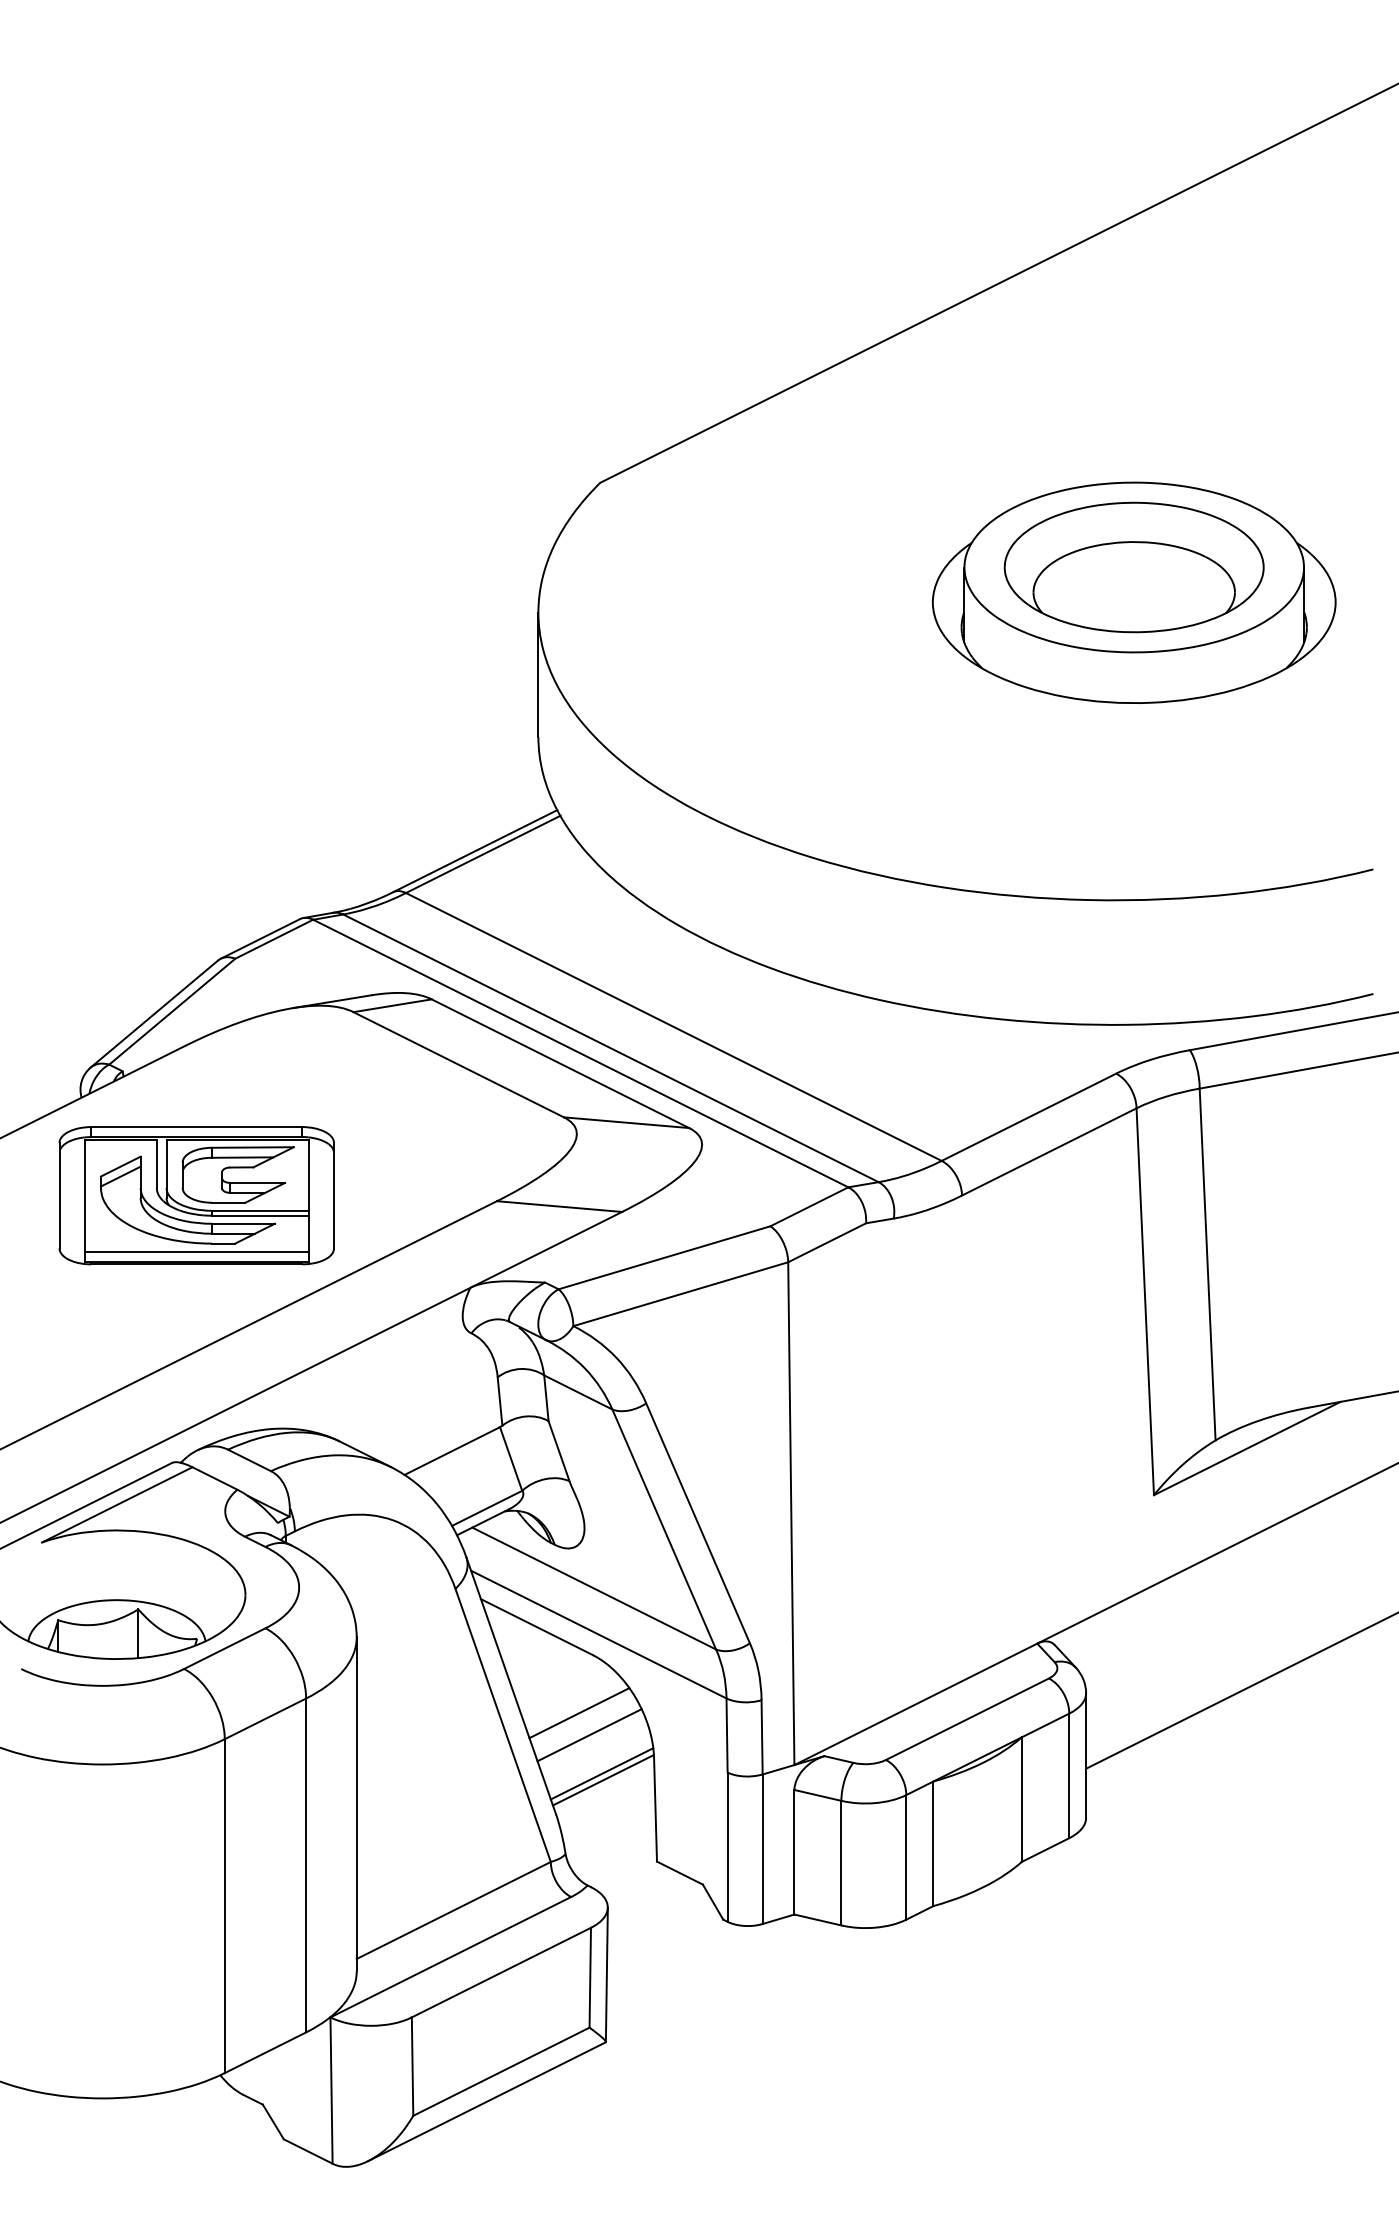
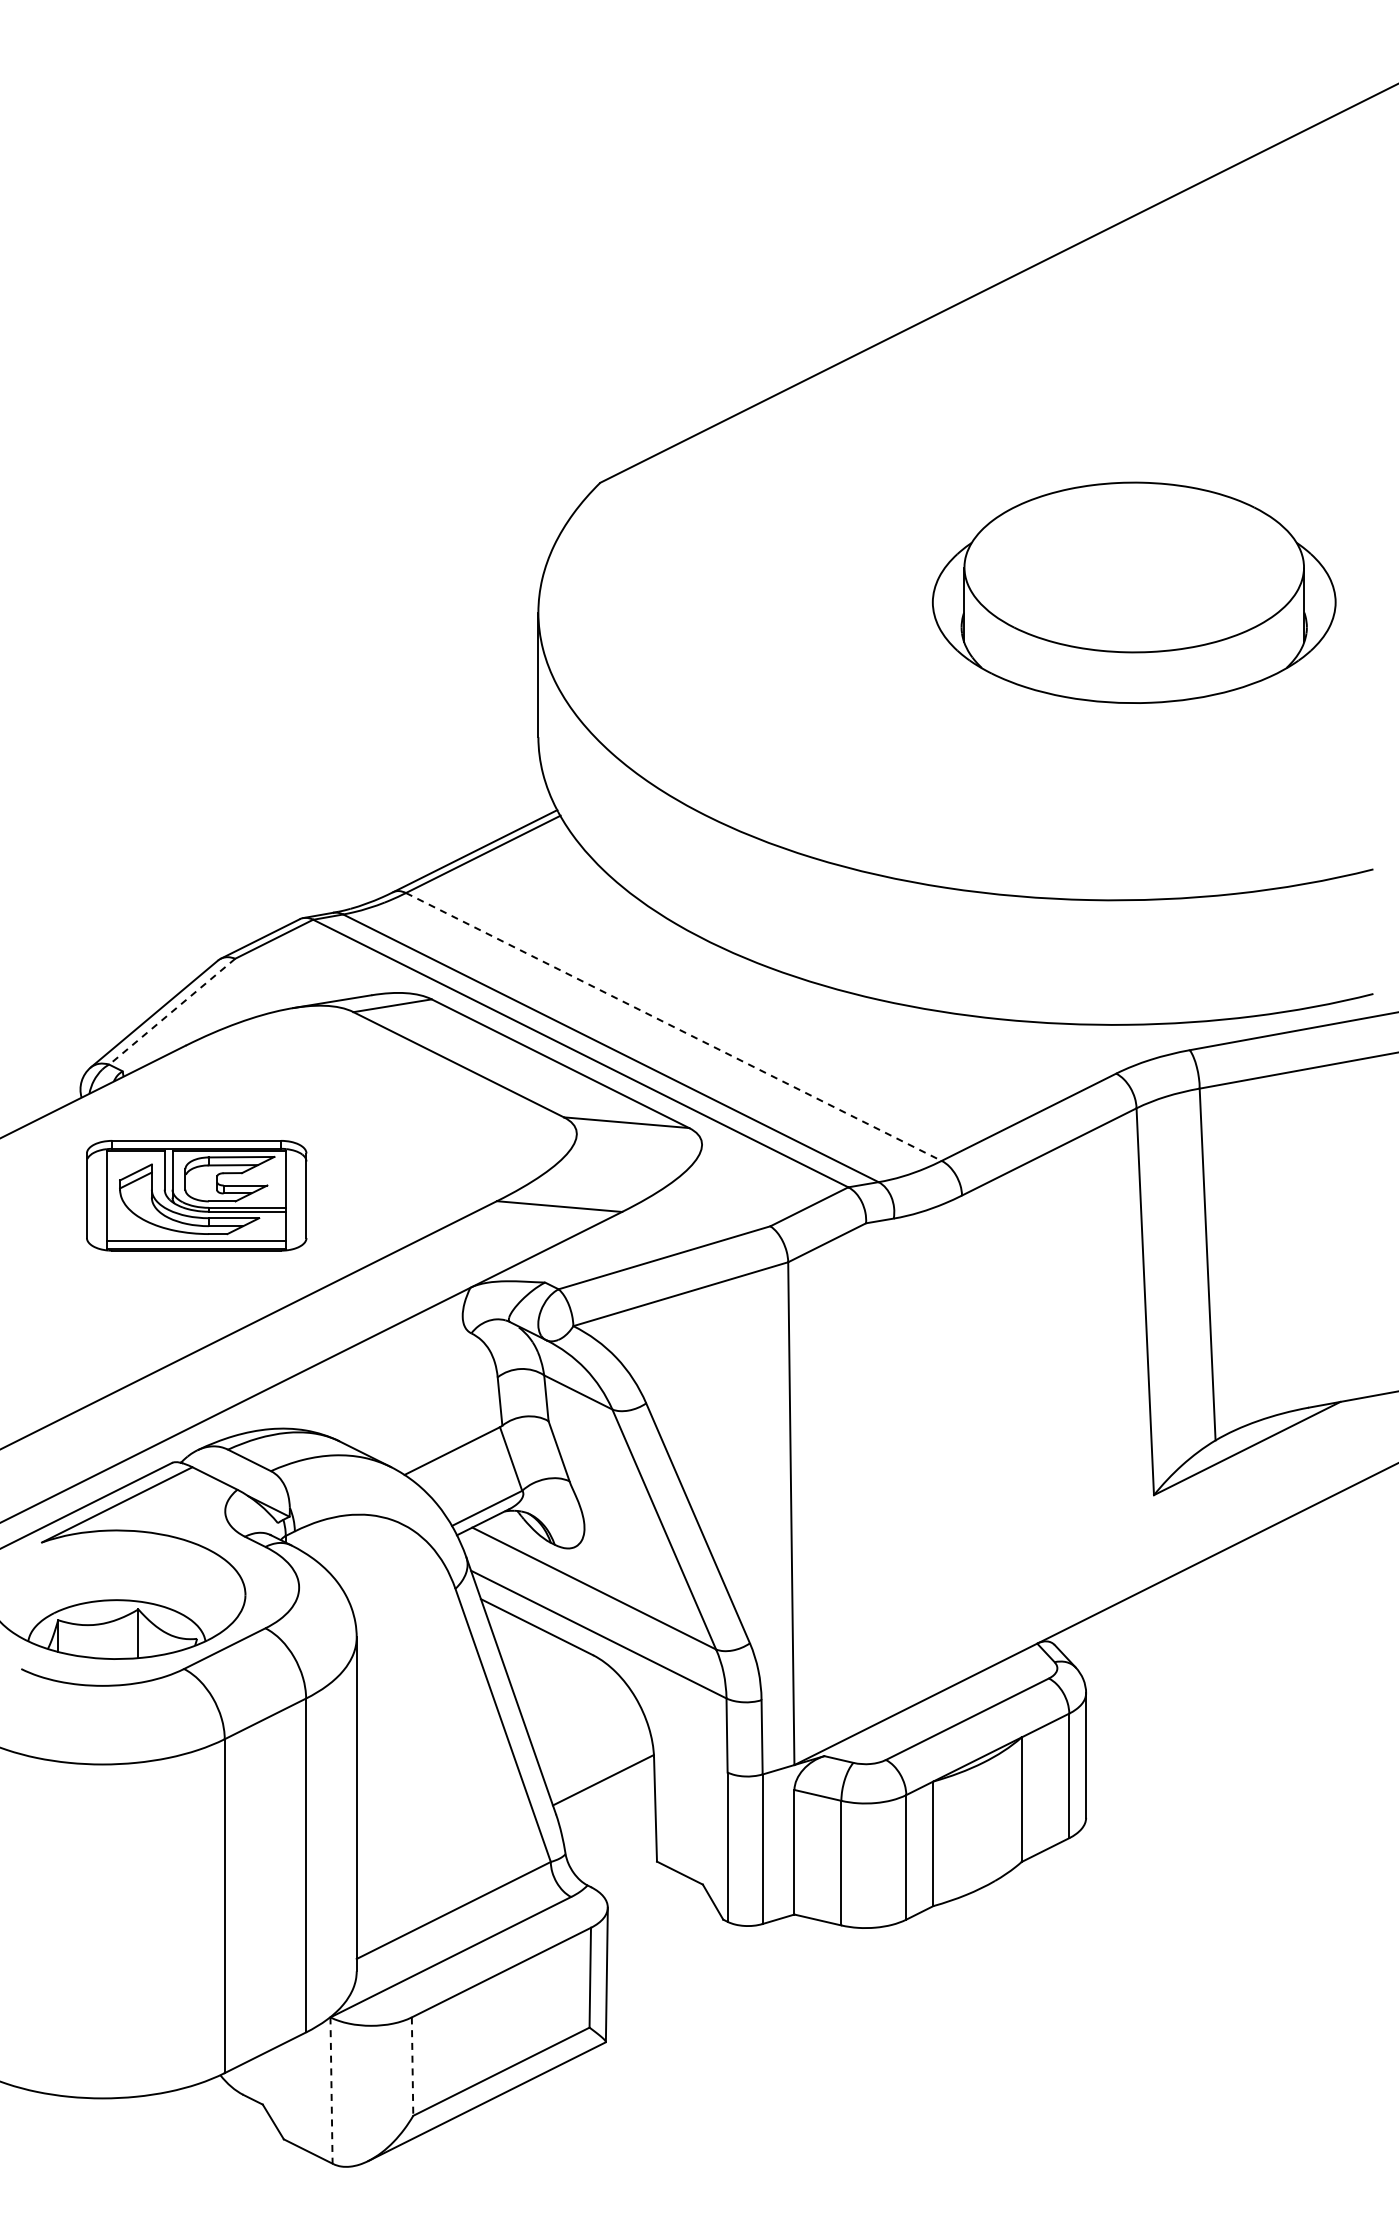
part at (1133, 567): present -> none
line at (171, 1012): solid -> dashed
line at (674, 1027): solid -> dashed
part at (196, 1195) size: 277x140 px -> 222x112 px
line at (1240, 1690): present -> none
line at (579, 1713): present -> none
line at (589, 1735): present -> none
line at (601, 1773): present -> none
line at (412, 2067): solid -> dashed
line at (331, 2091): solid -> dashed
